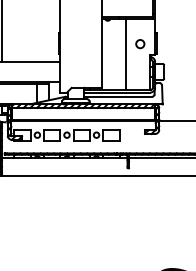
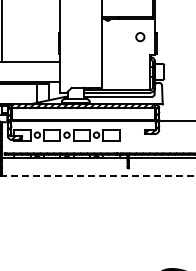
circle at (140, 44) position: (140, 44) -> (140, 37)
line at (125, 54): present -> none
line at (97, 176): solid -> dashed
